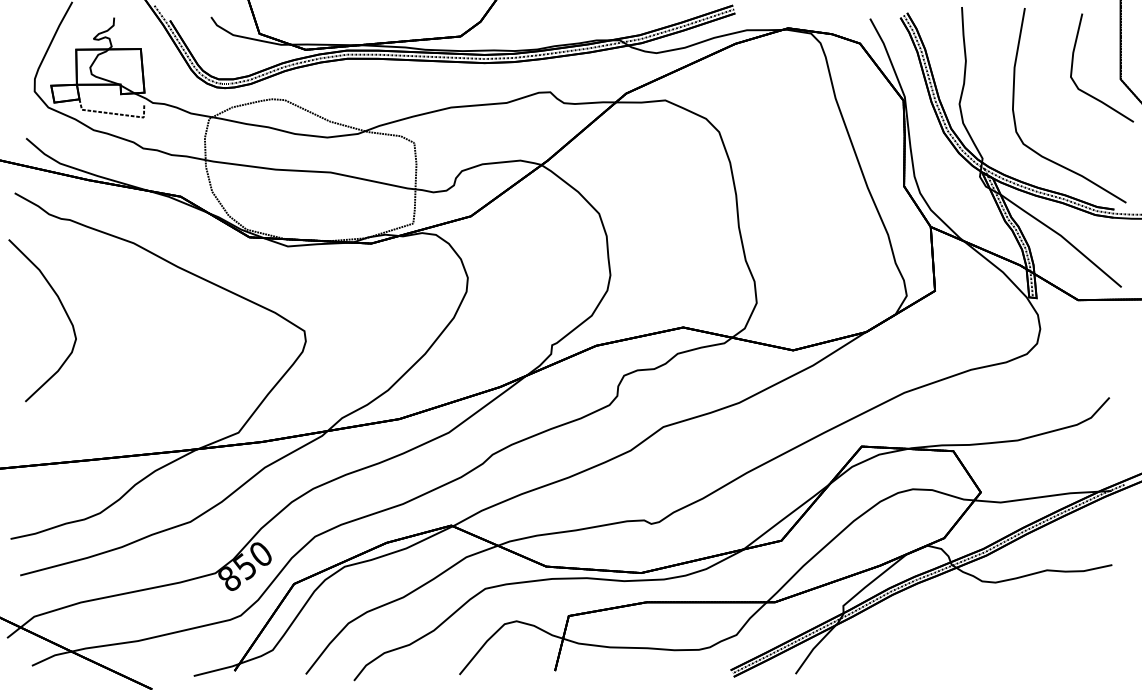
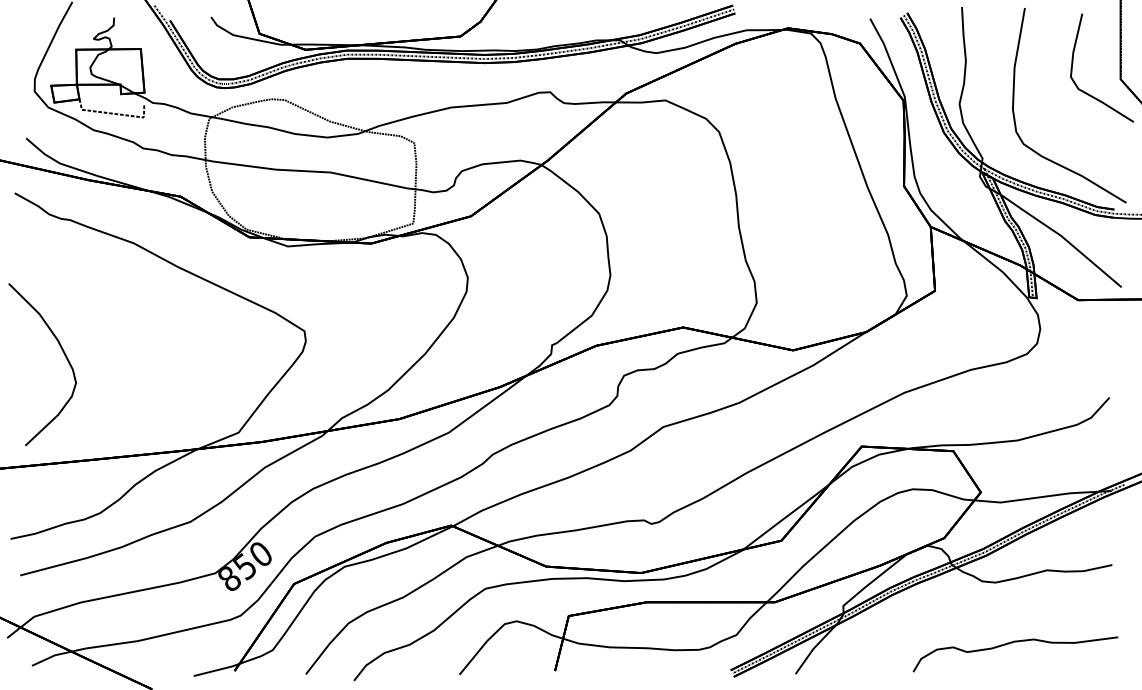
part at (63, 309) position: (63, 309) -> (63, 353)
part at (1012, 643): none -> present
